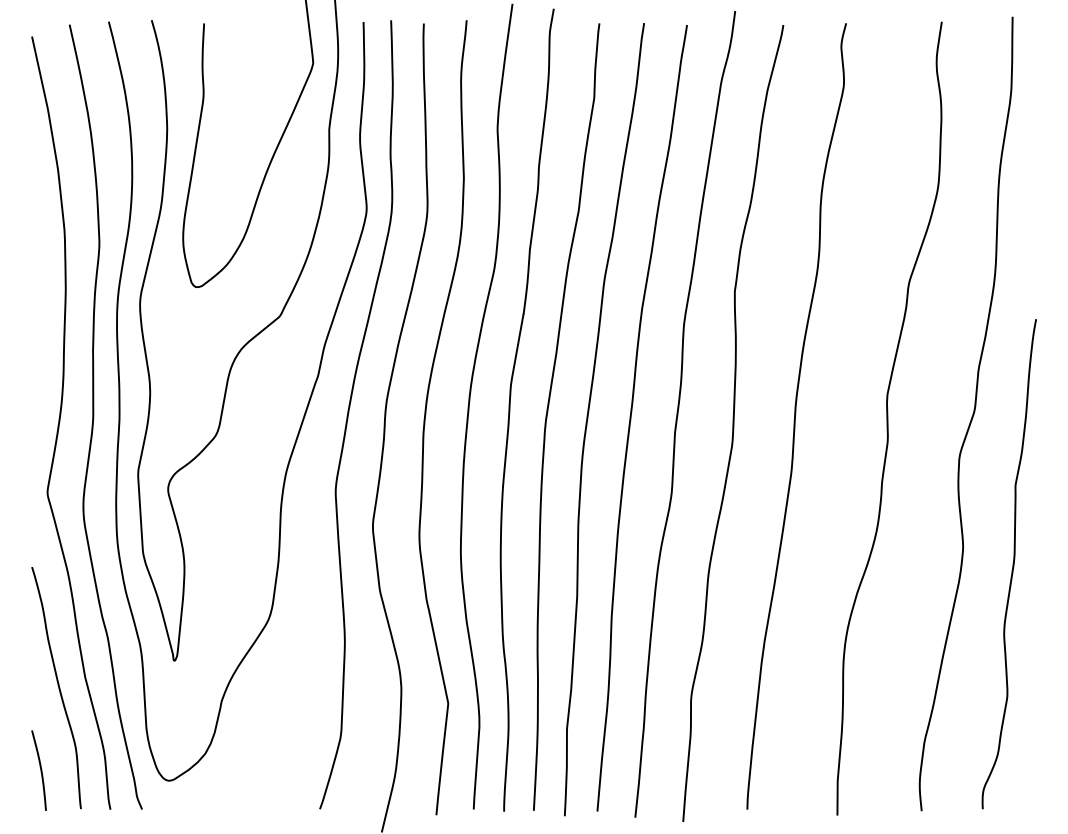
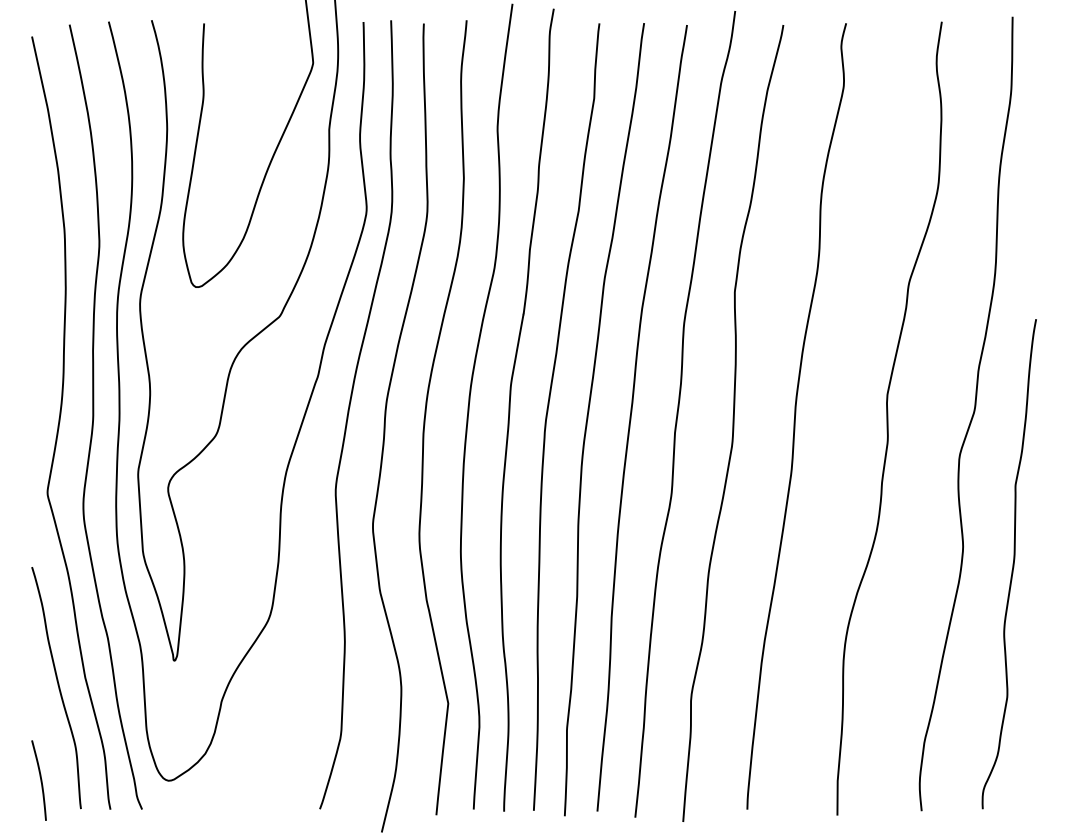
curve at (40, 770) position: (40, 770) -> (40, 780)
